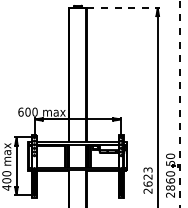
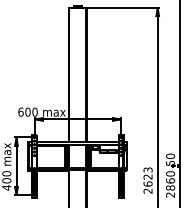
line at (124, 7): dashed -> solid
line at (180, 104): dashed -> solid
